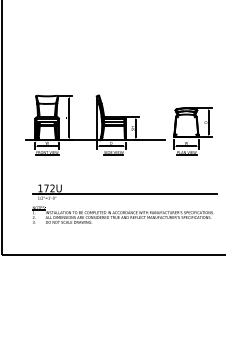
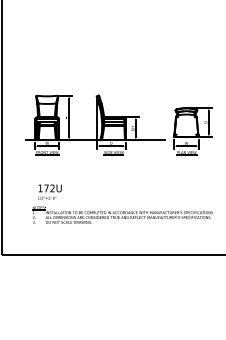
line at (124, 194): present -> none
